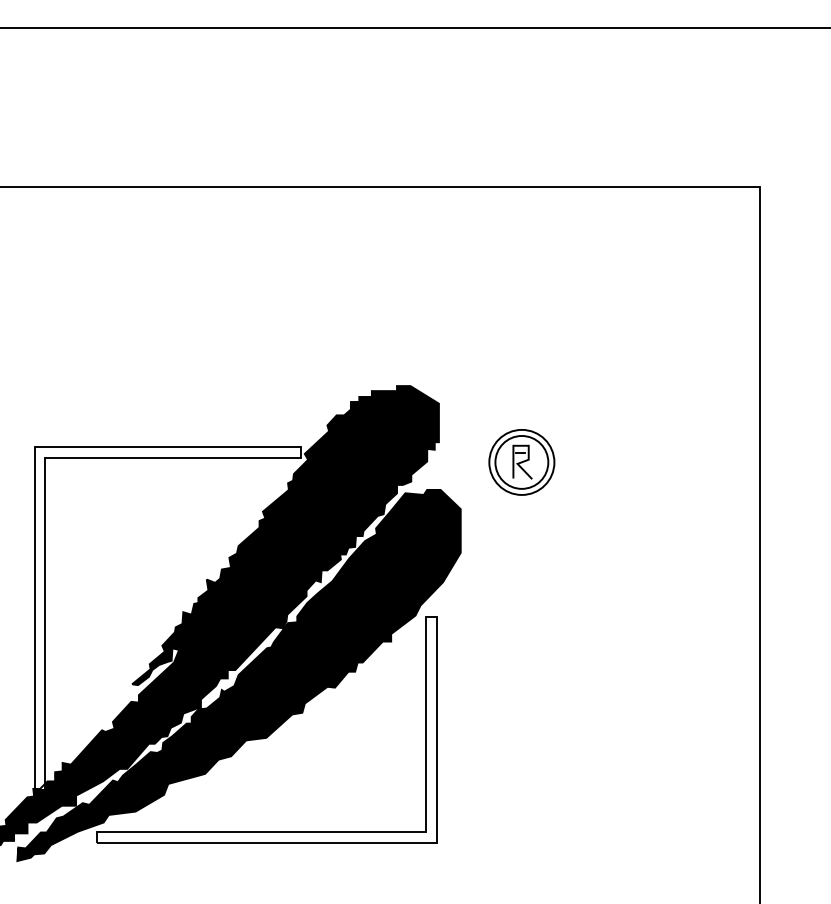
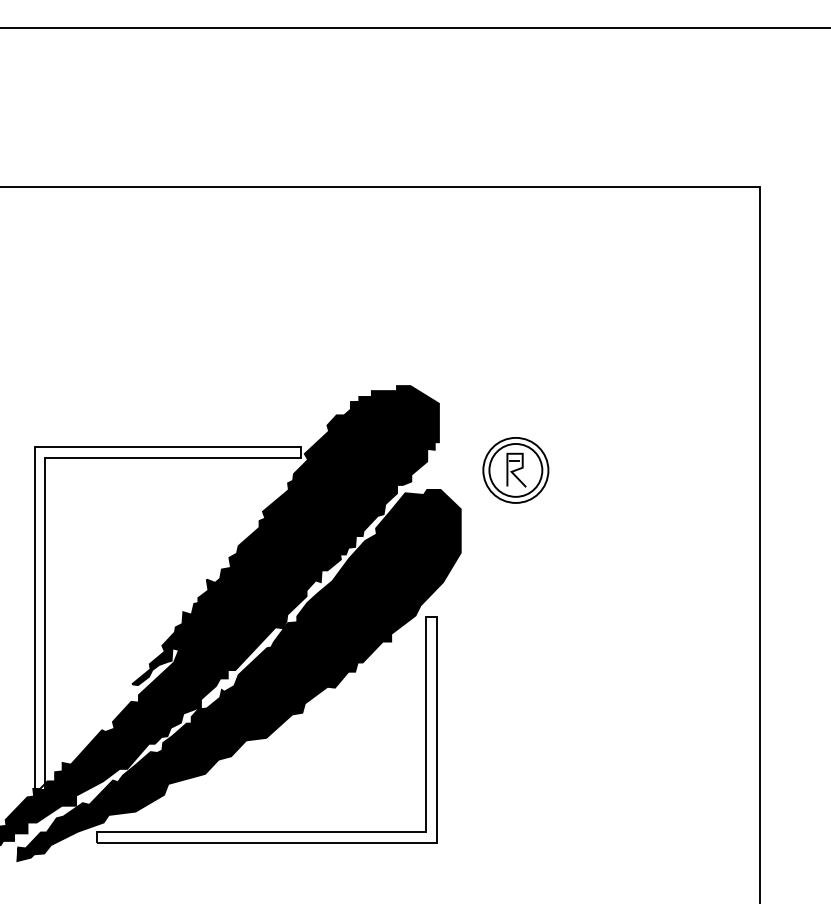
part at (521, 462) position: (521, 462) -> (515, 470)
